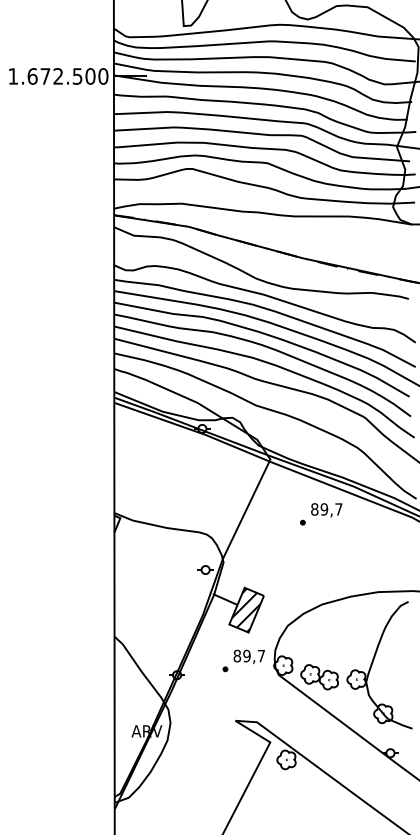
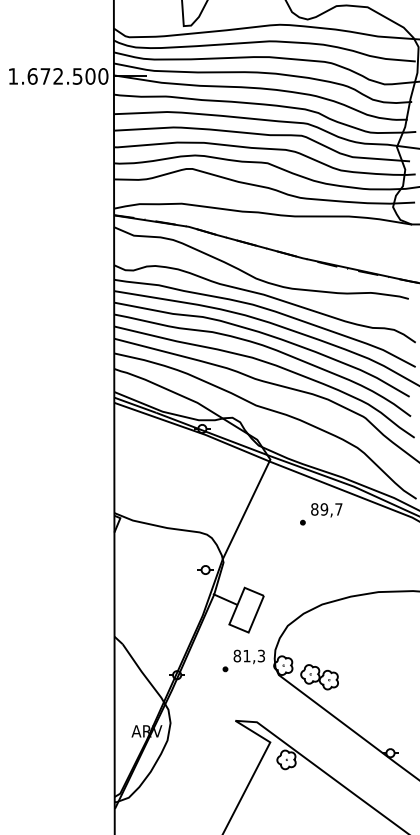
hatch at (246, 609): present -> none
text at (253, 655): 89,7 -> 81,3
part at (373, 662): present -> none
